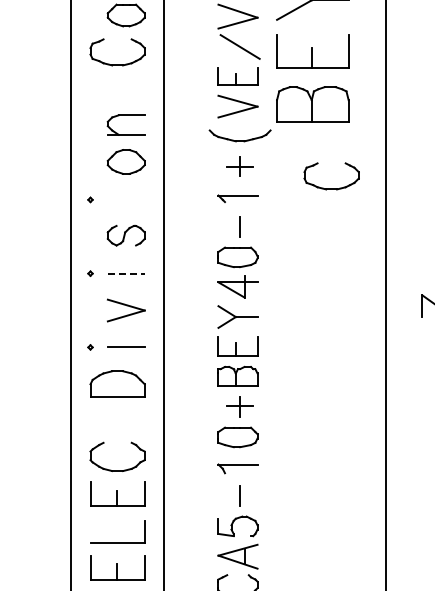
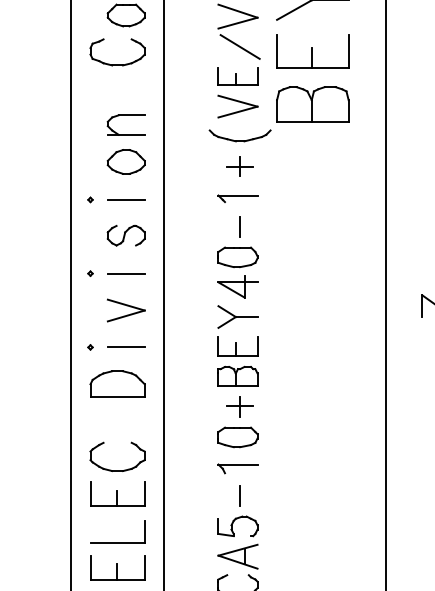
part at (331, 188): present -> none
line at (125, 199): none -> present
line at (126, 273): dashed -> solid
